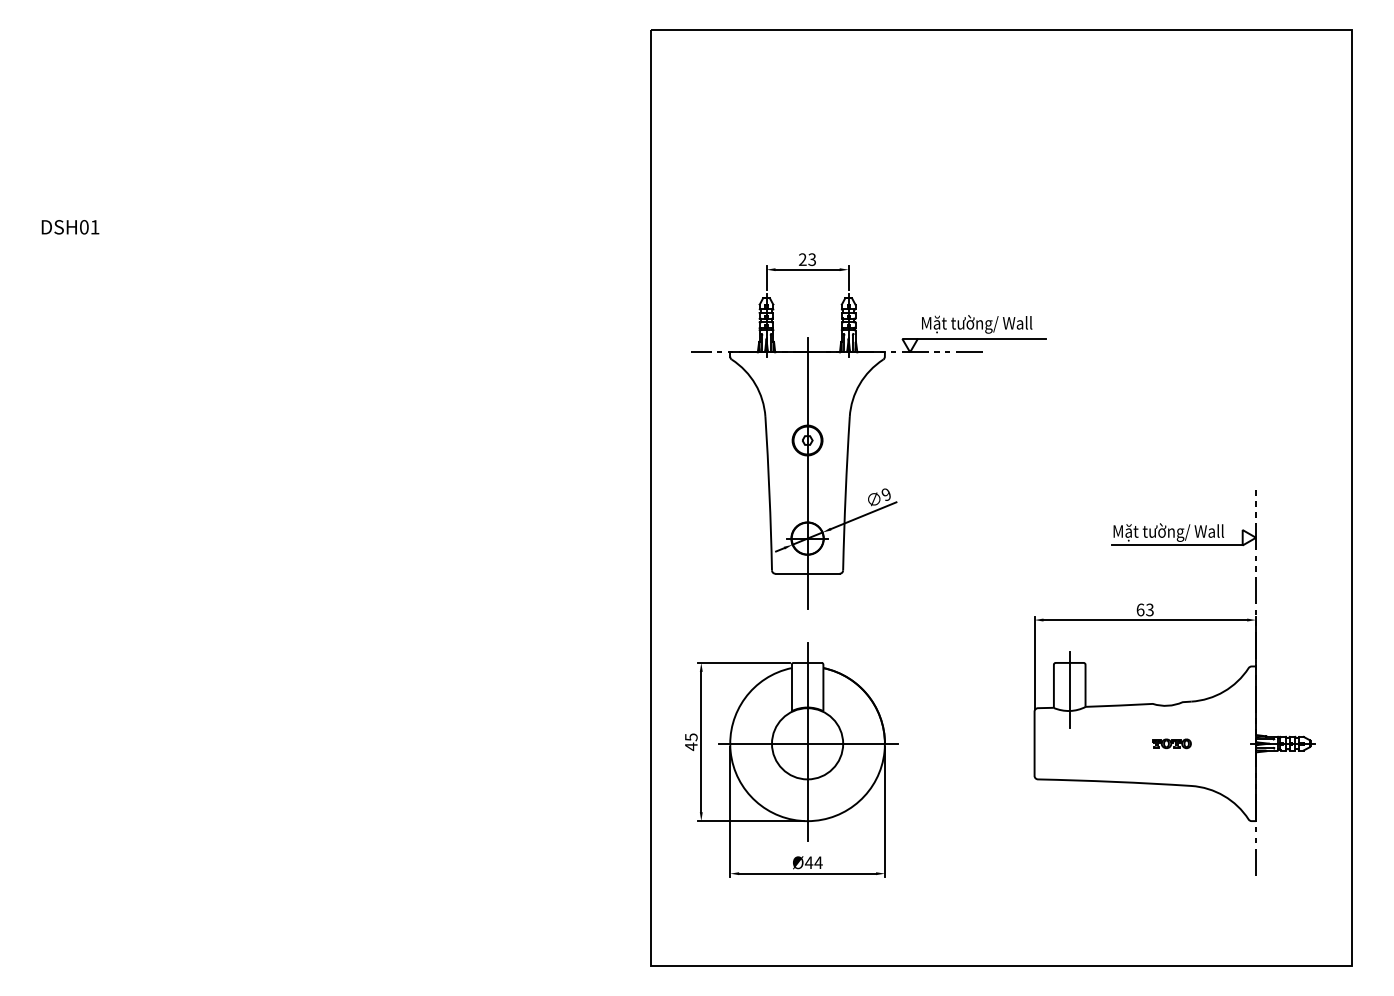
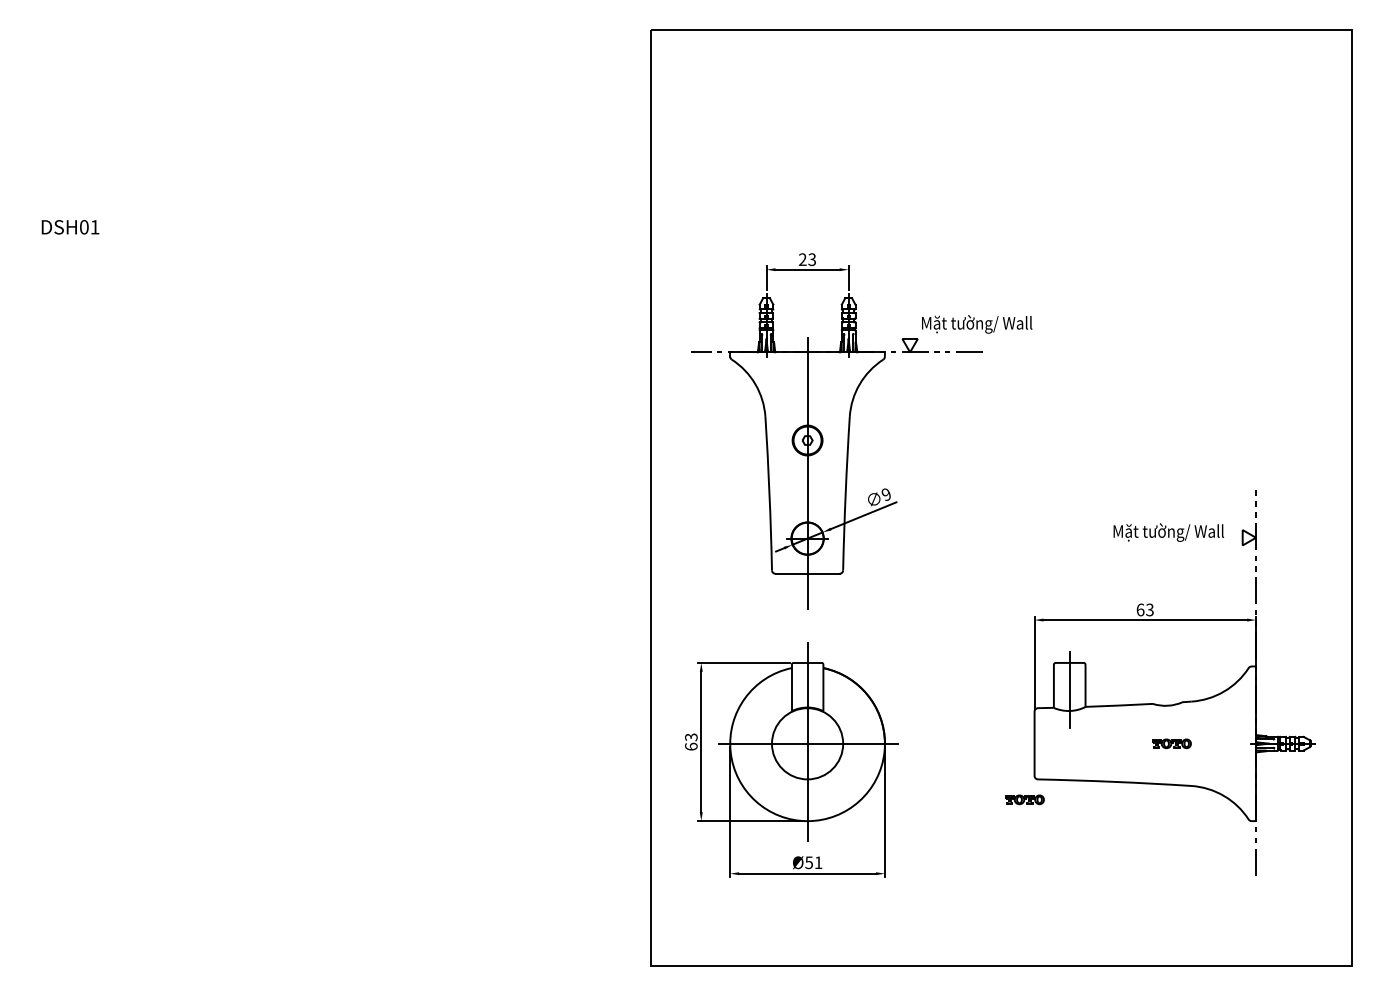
line at (981, 338): present -> none
line at (1177, 545): present -> none
text at (691, 742): 45 -> 63
part at (1024, 799): none -> present
text at (813, 862): Ø44 -> Ø51
